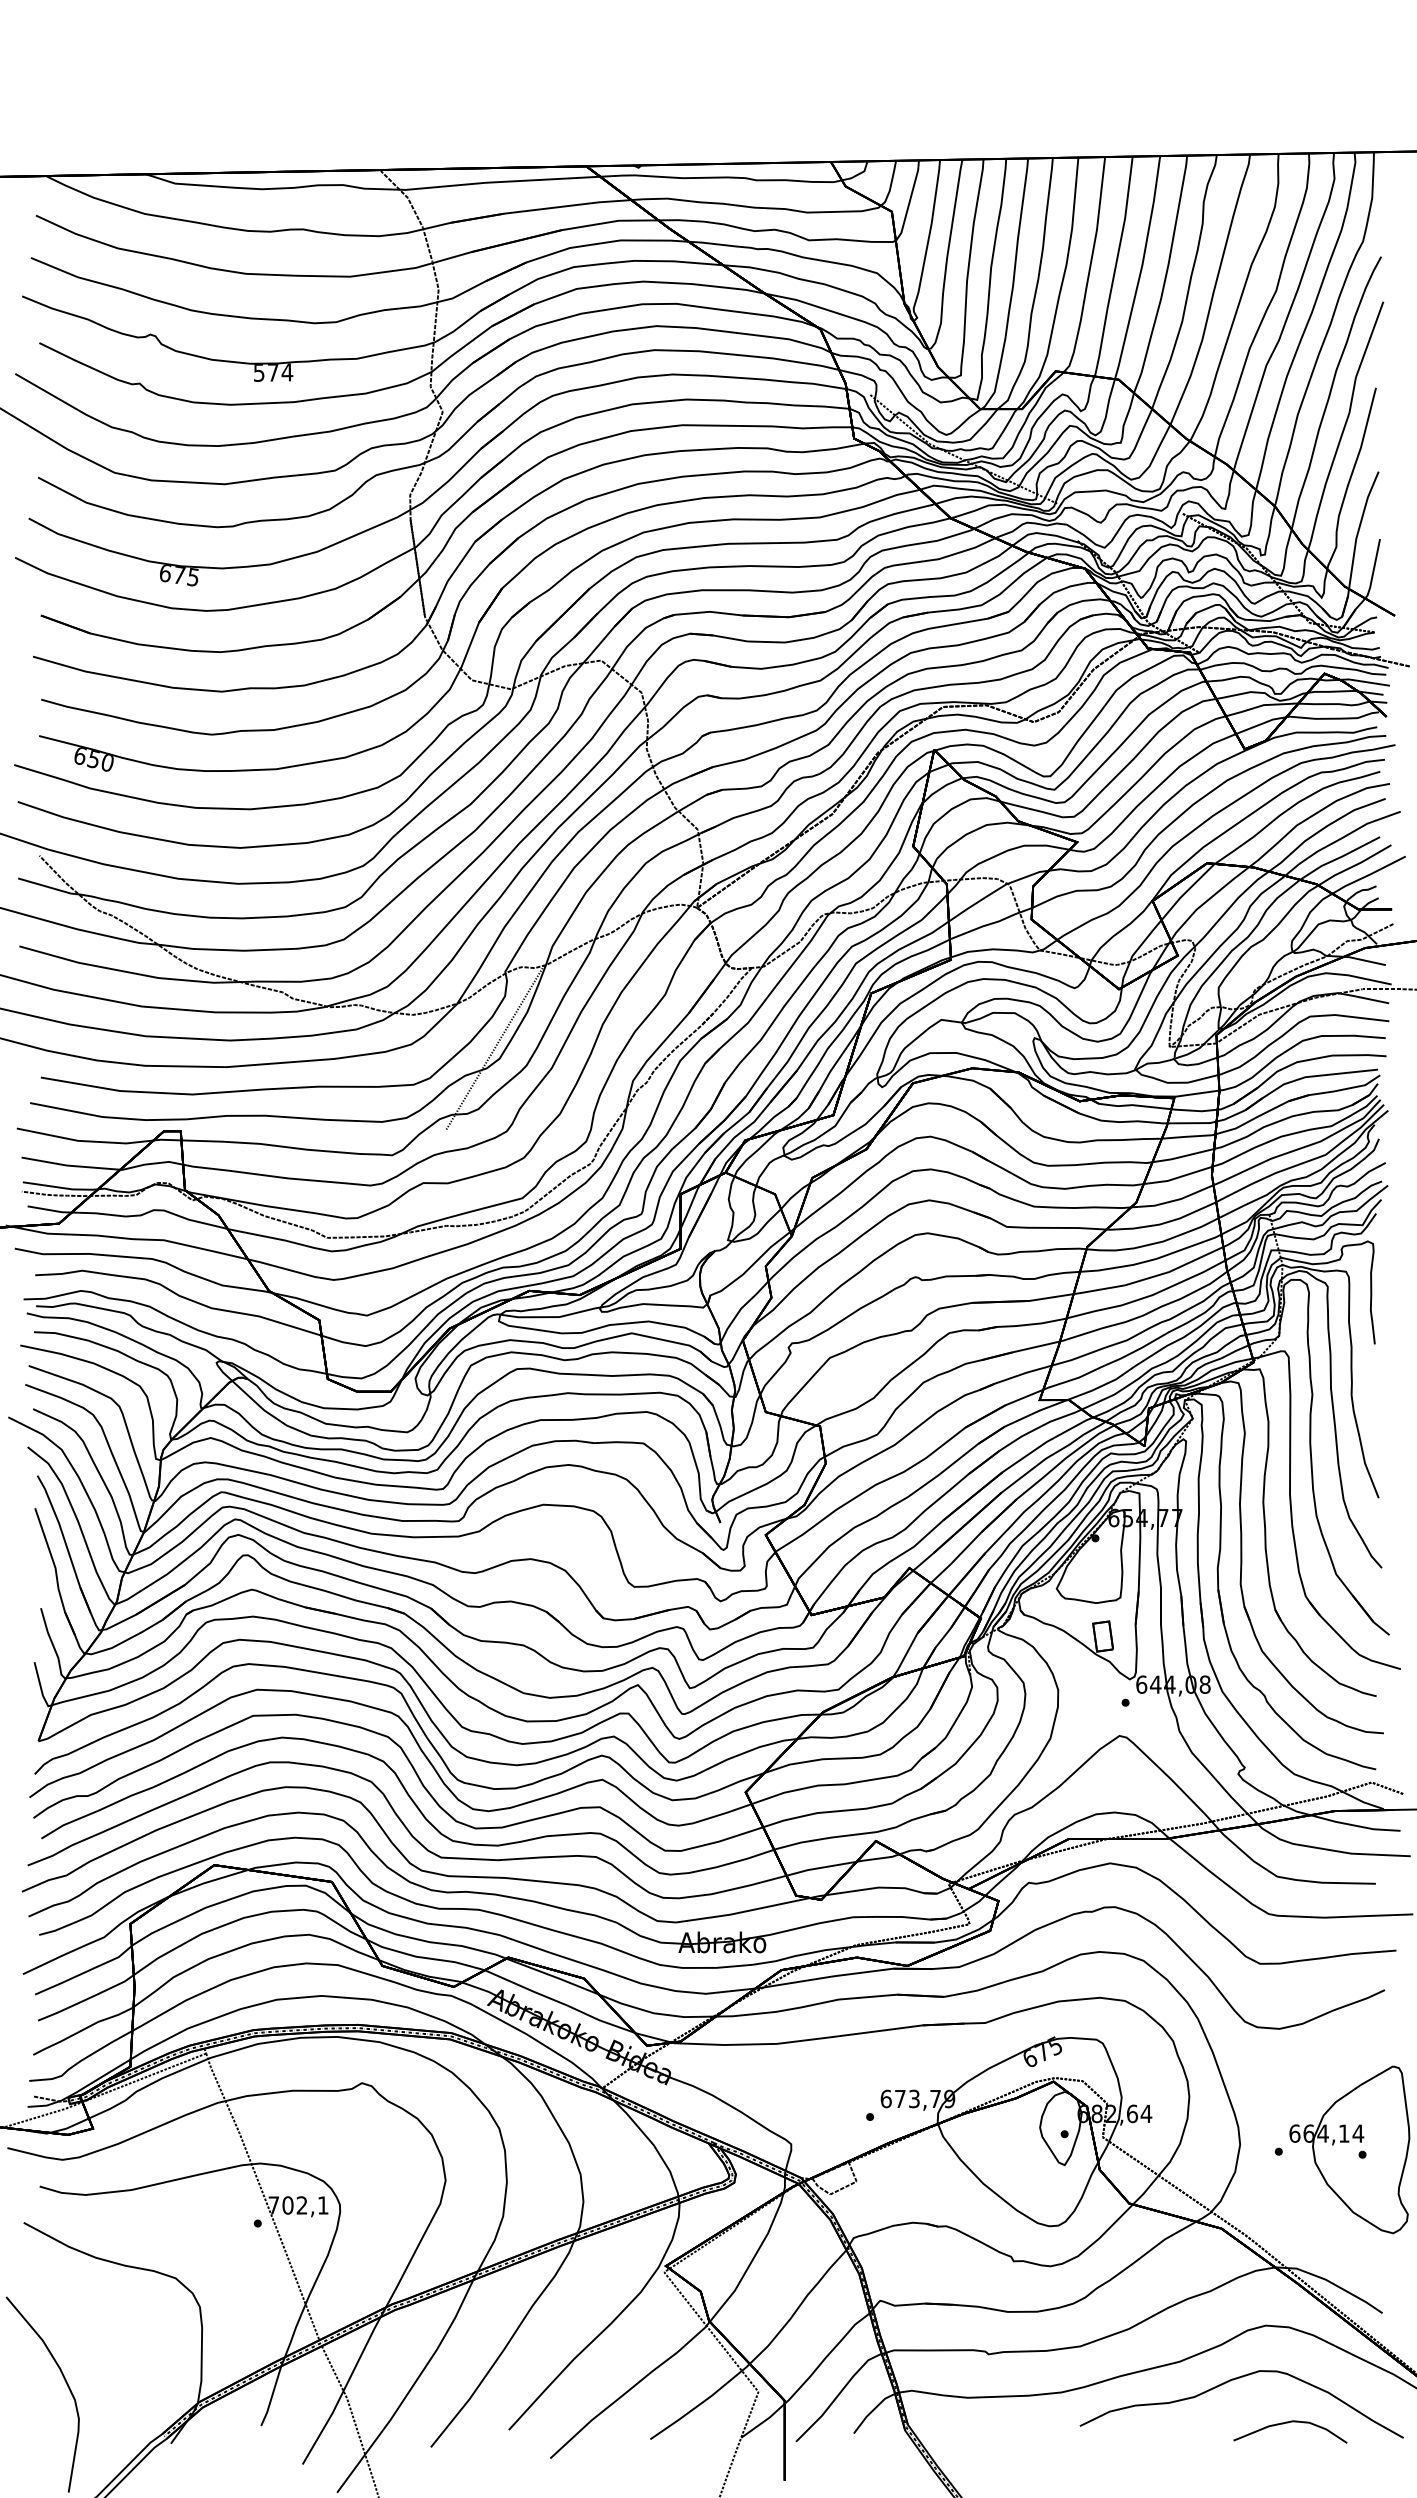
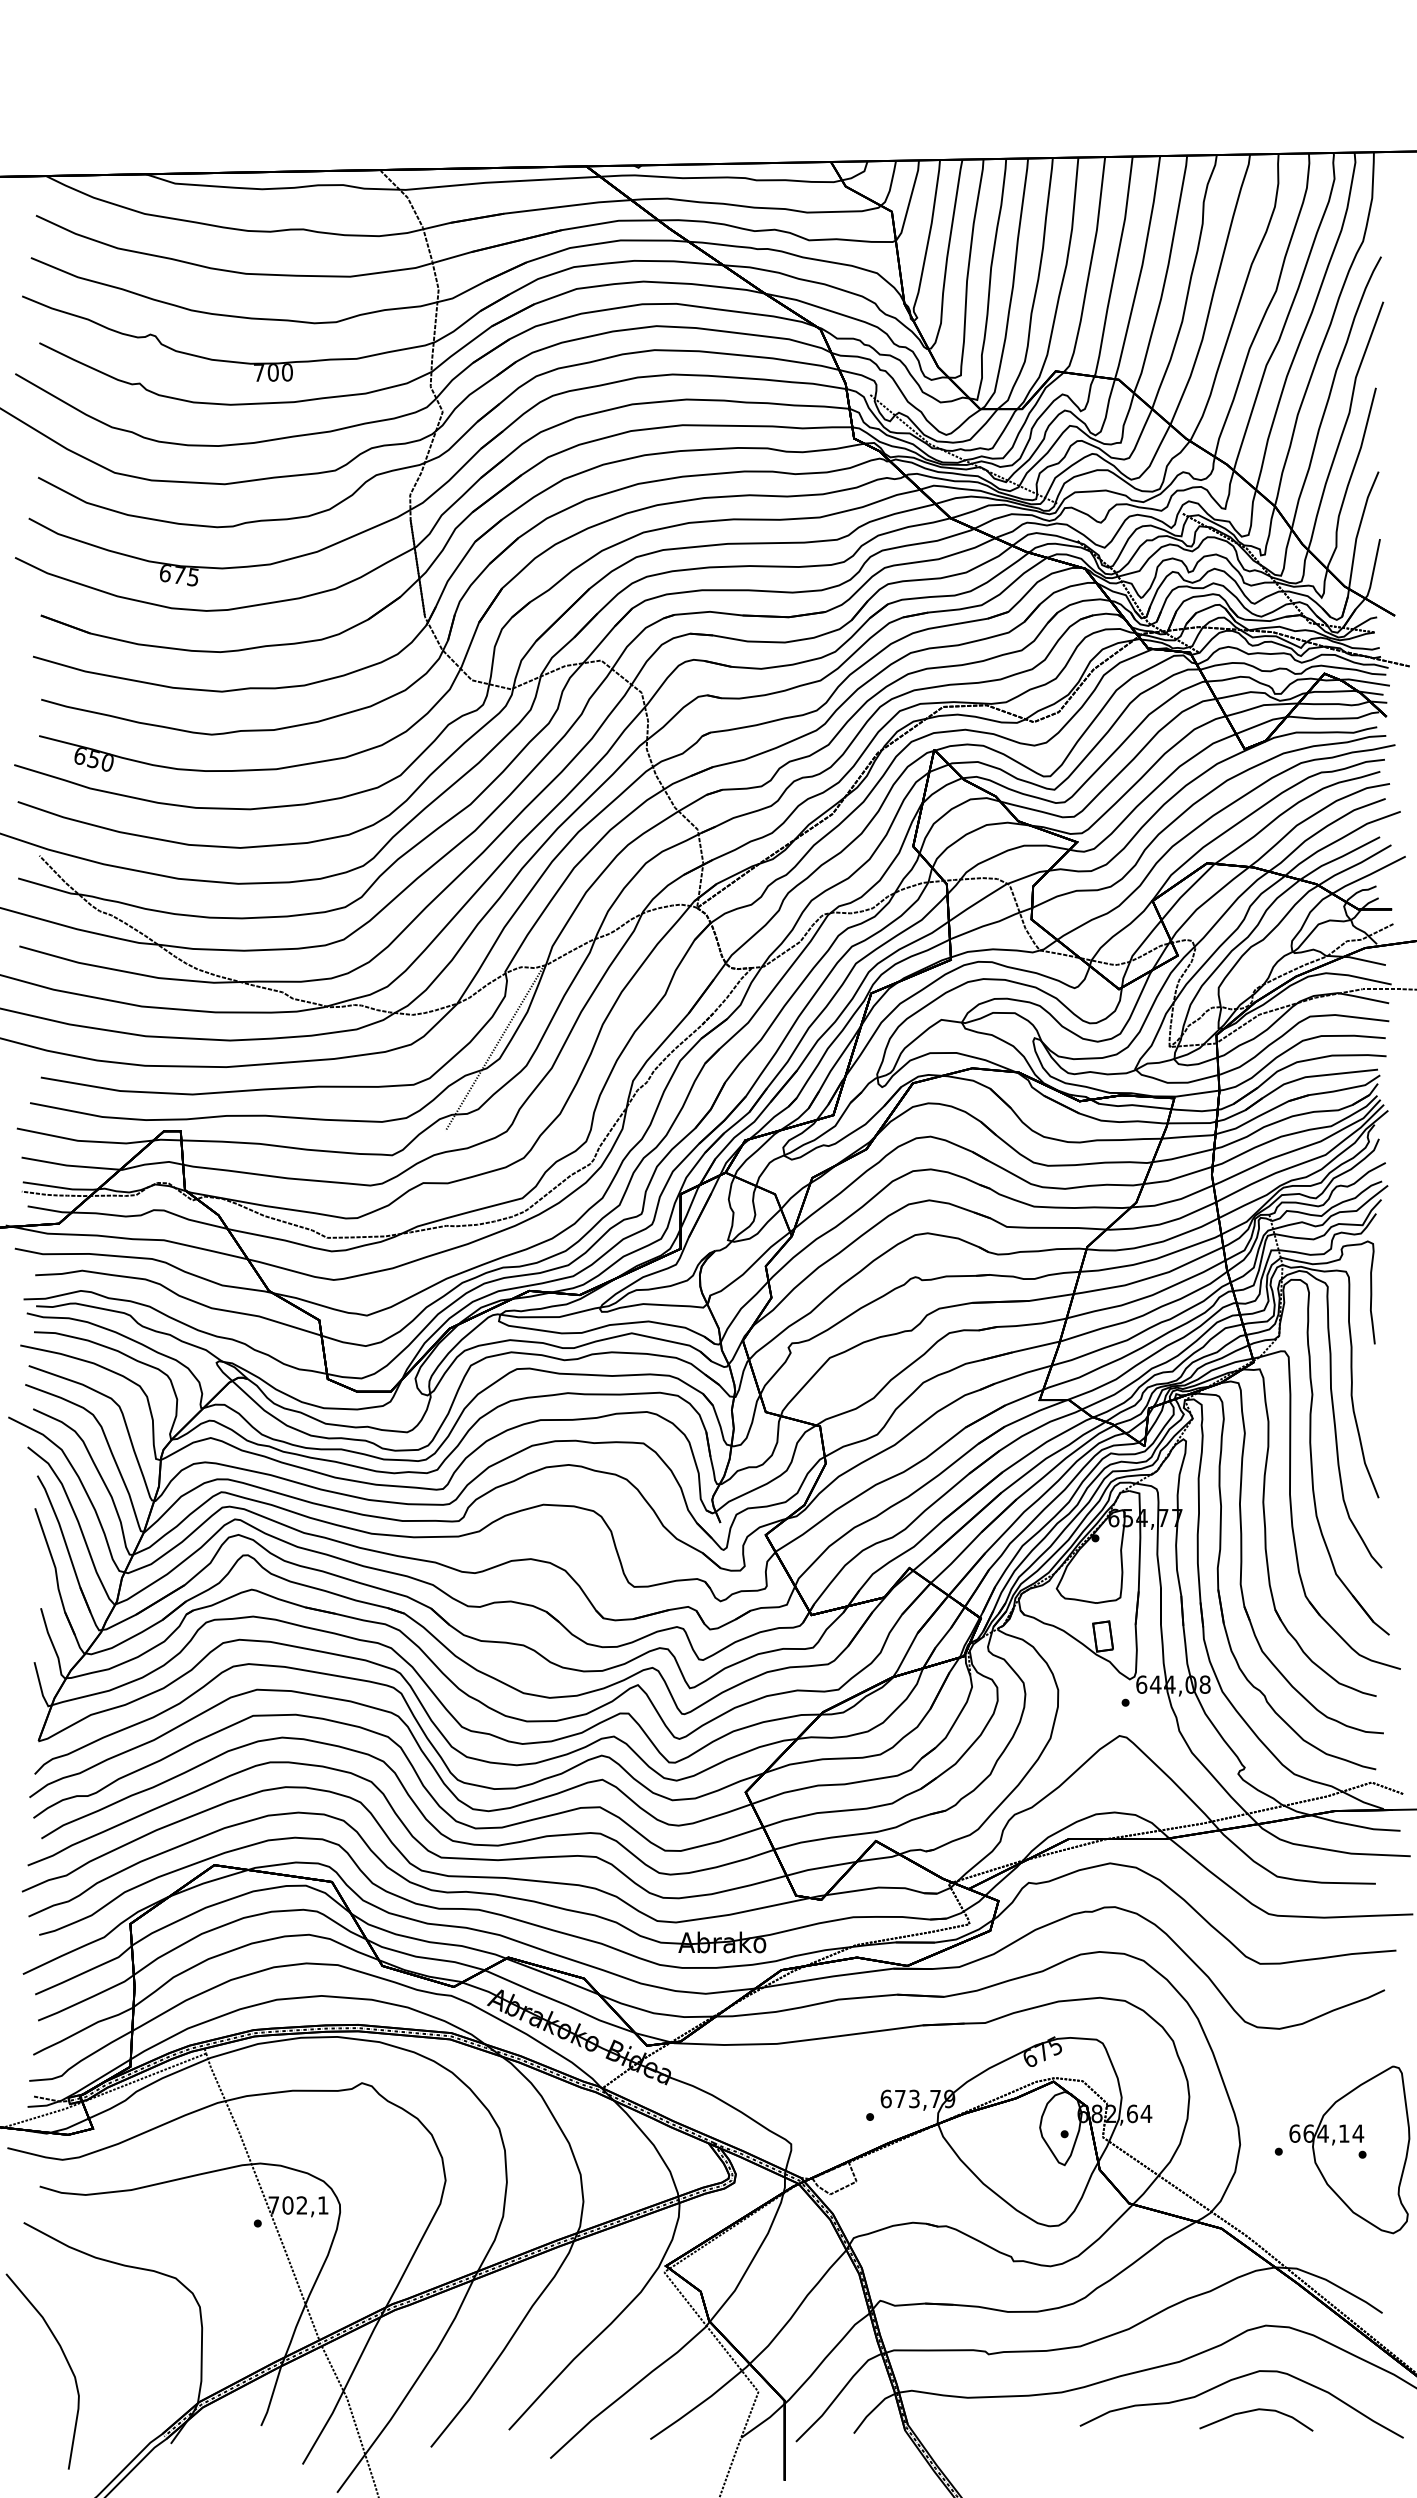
text at (273, 372): 574 -> 700
curve at (65, 2382) position: (65, 2382) -> (65, 2359)
curve at (1288, 2423) position: (1288, 2423) -> (1254, 2411)
